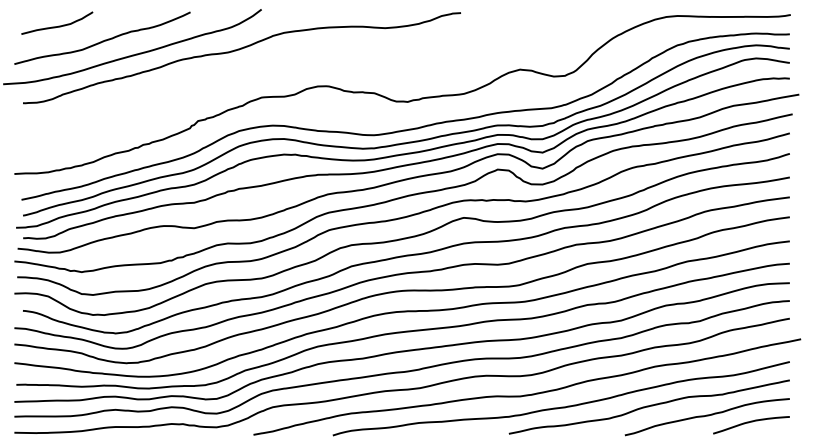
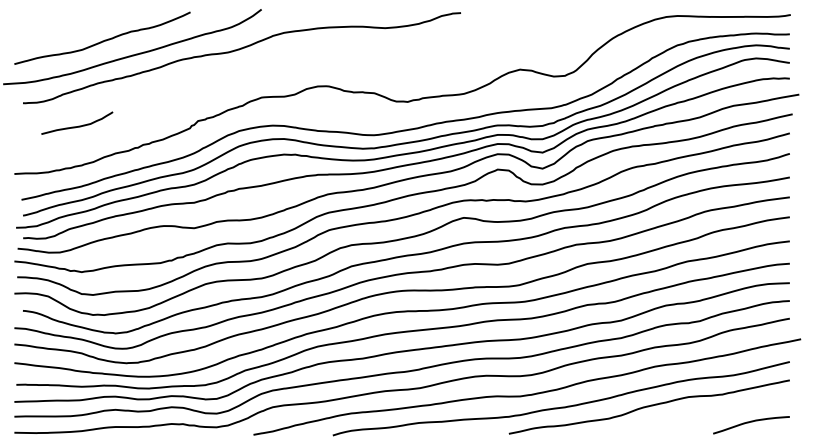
curve at (58, 25) position: (58, 25) -> (78, 125)
curve at (706, 416): present -> none
